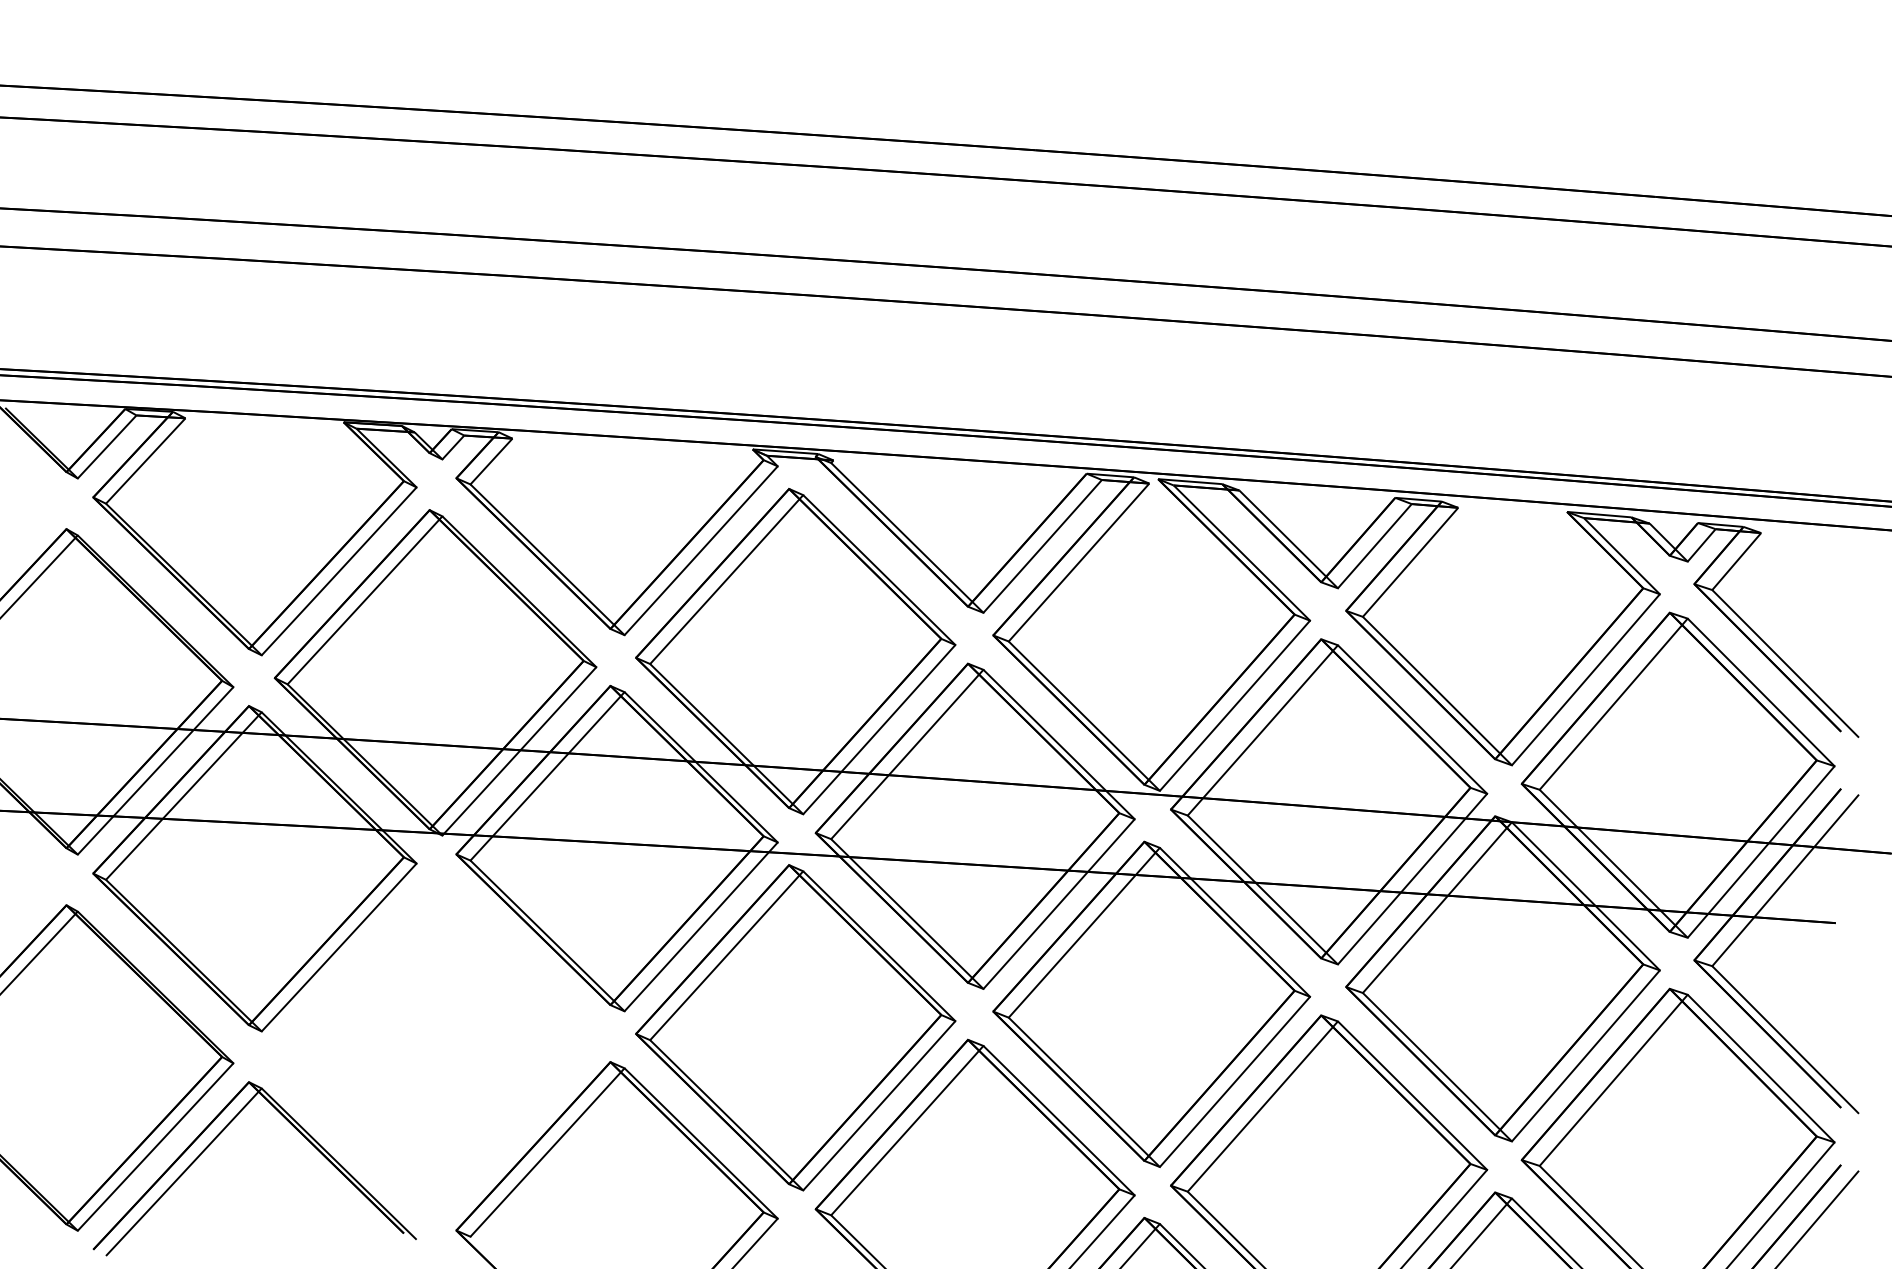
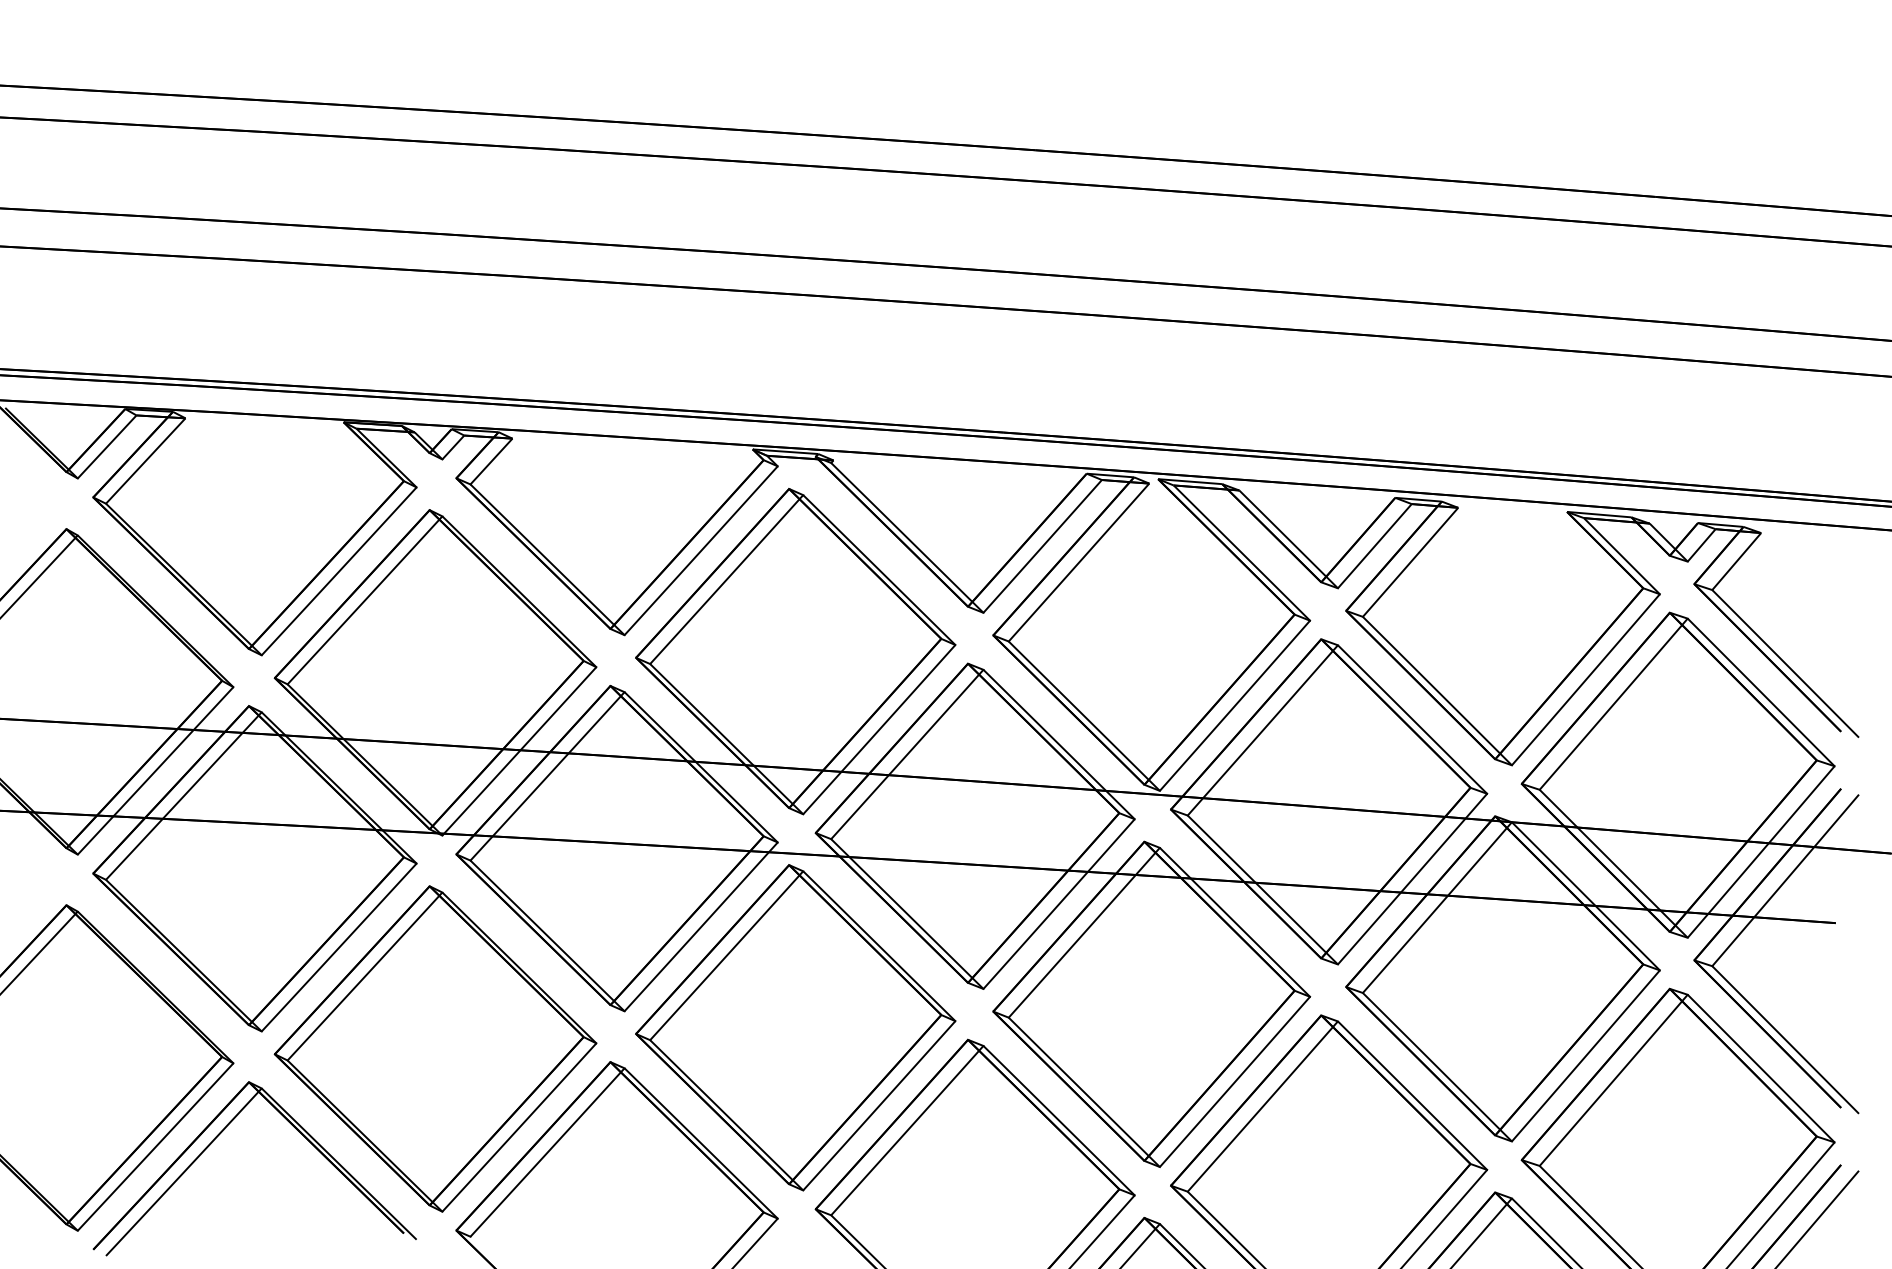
part at (435, 1048): none -> present
